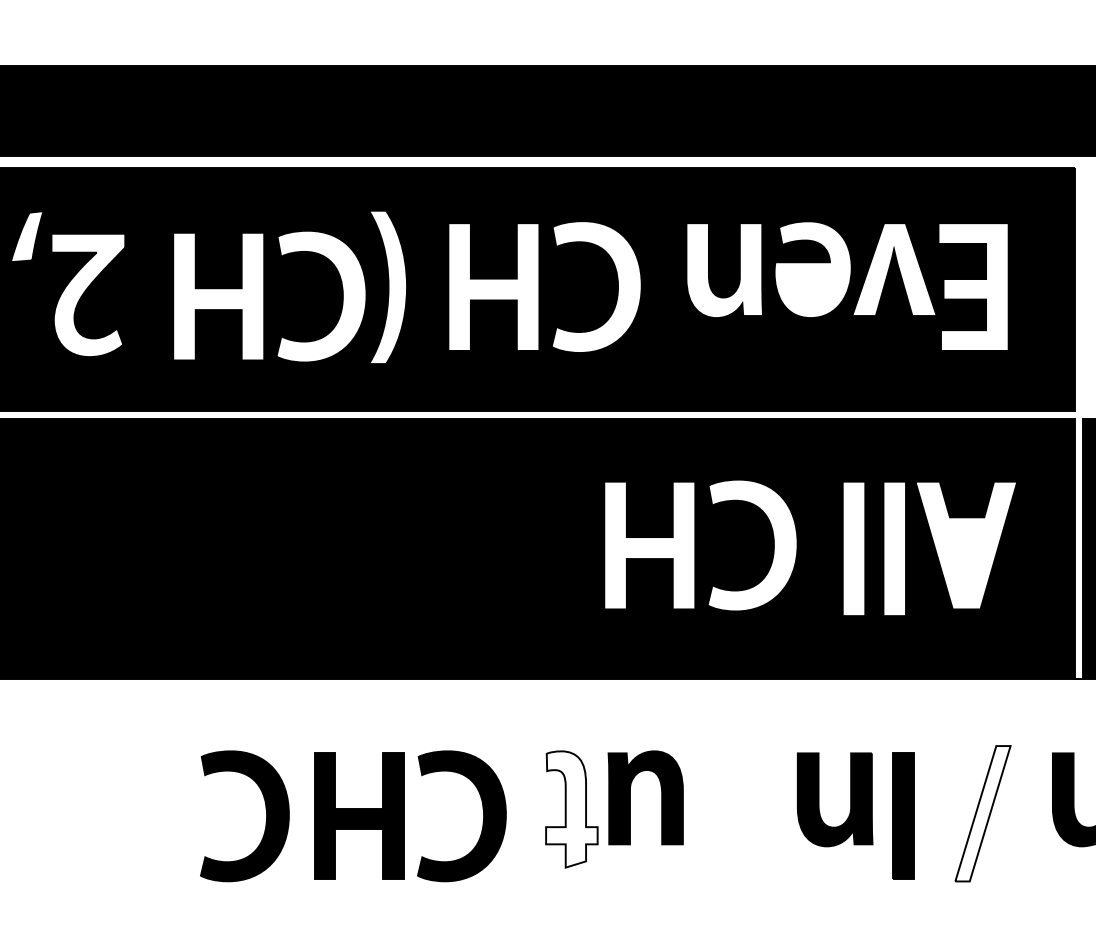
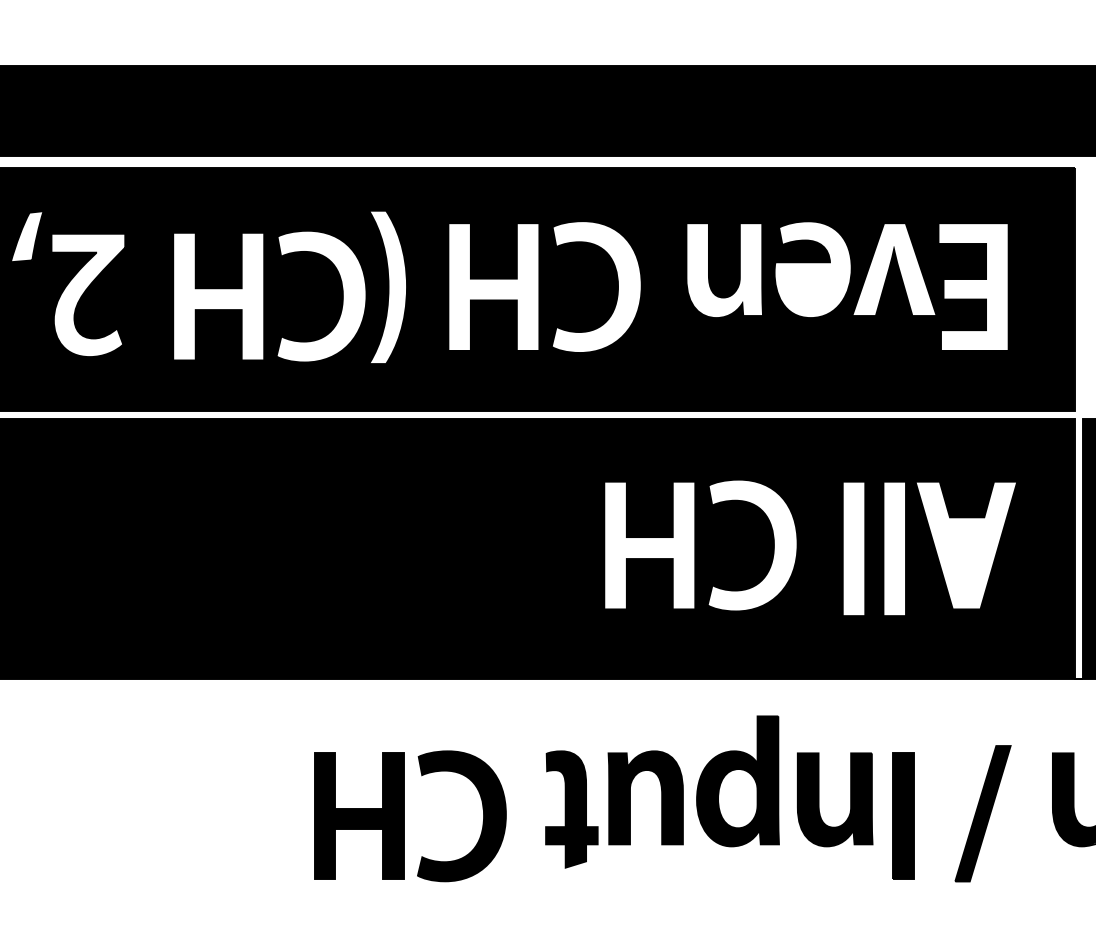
part at (737, 781): none -> present
fill at (571, 809): none -> present
fill at (982, 813): none -> present
part at (265, 822): present -> none
